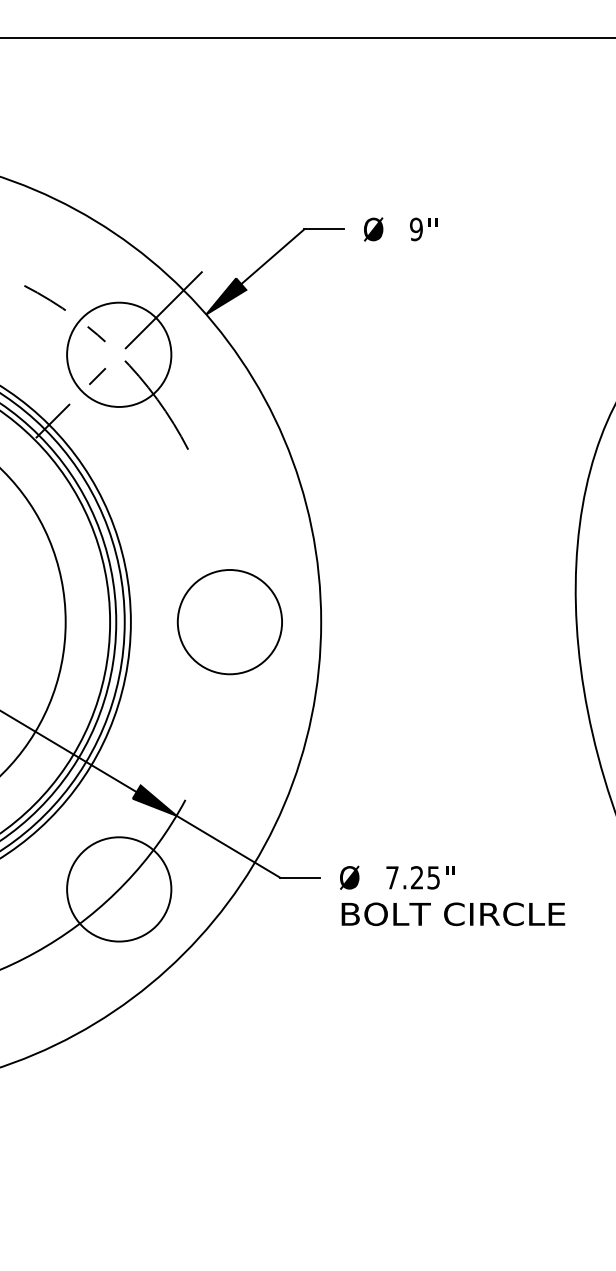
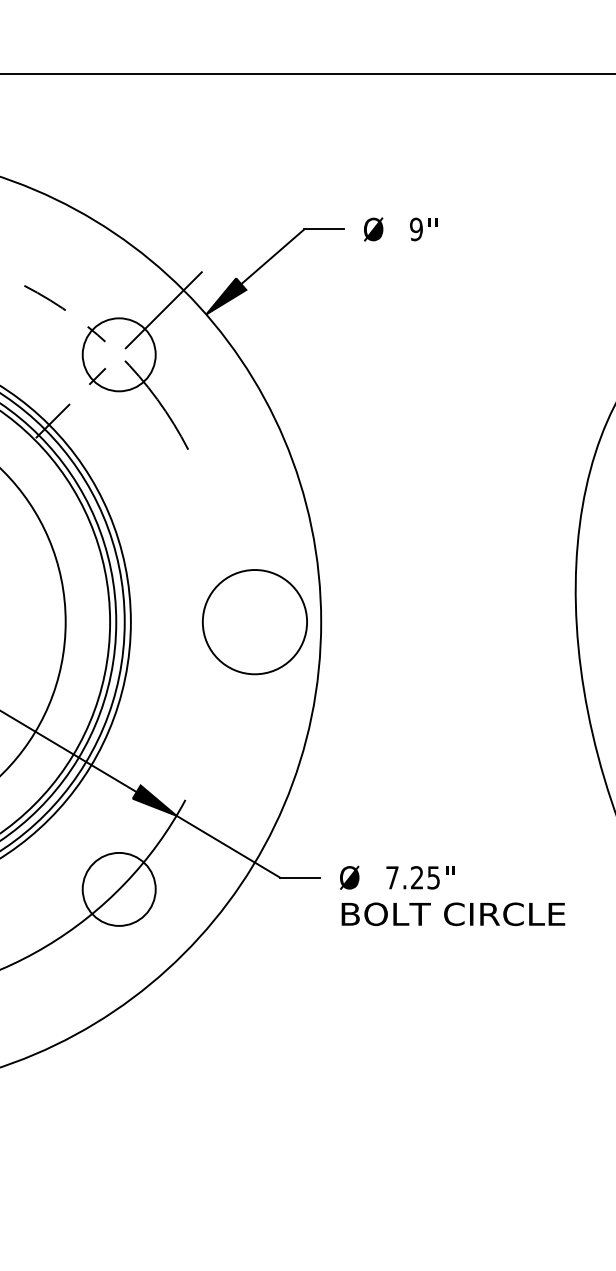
line at (307, 38) position: (307, 38) -> (307, 74)
circle at (119, 354) diameter: 104 px -> 73 px
circle at (229, 622) position: (229, 622) -> (254, 622)
circle at (119, 889) diameter: 104 px -> 73 px
